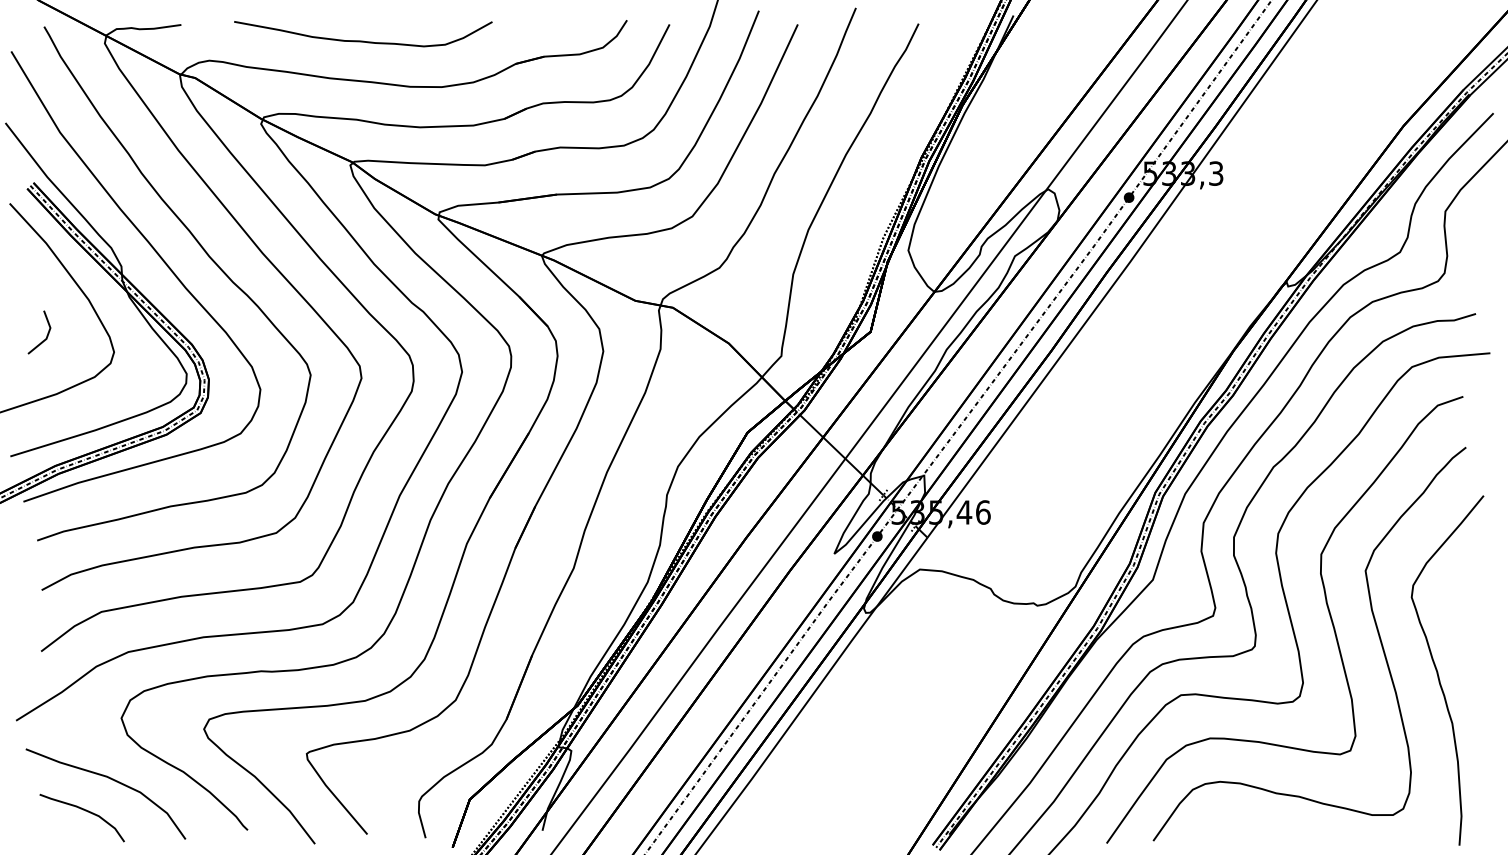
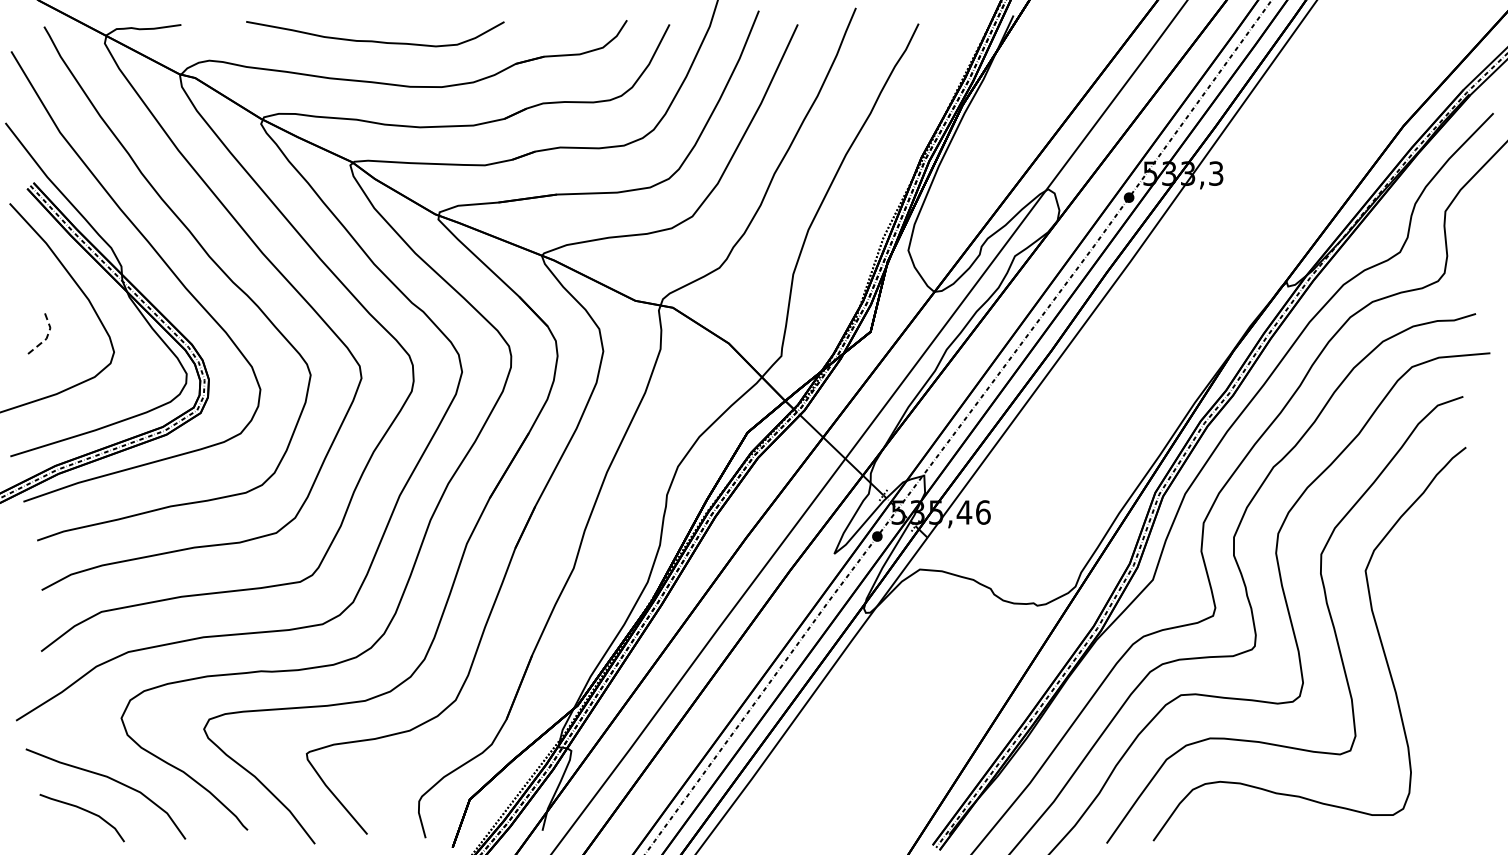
curve at (363, 40) position: (363, 40) -> (375, 40)
line at (47, 335): solid -> dashed
curve at (1438, 672): present -> none
